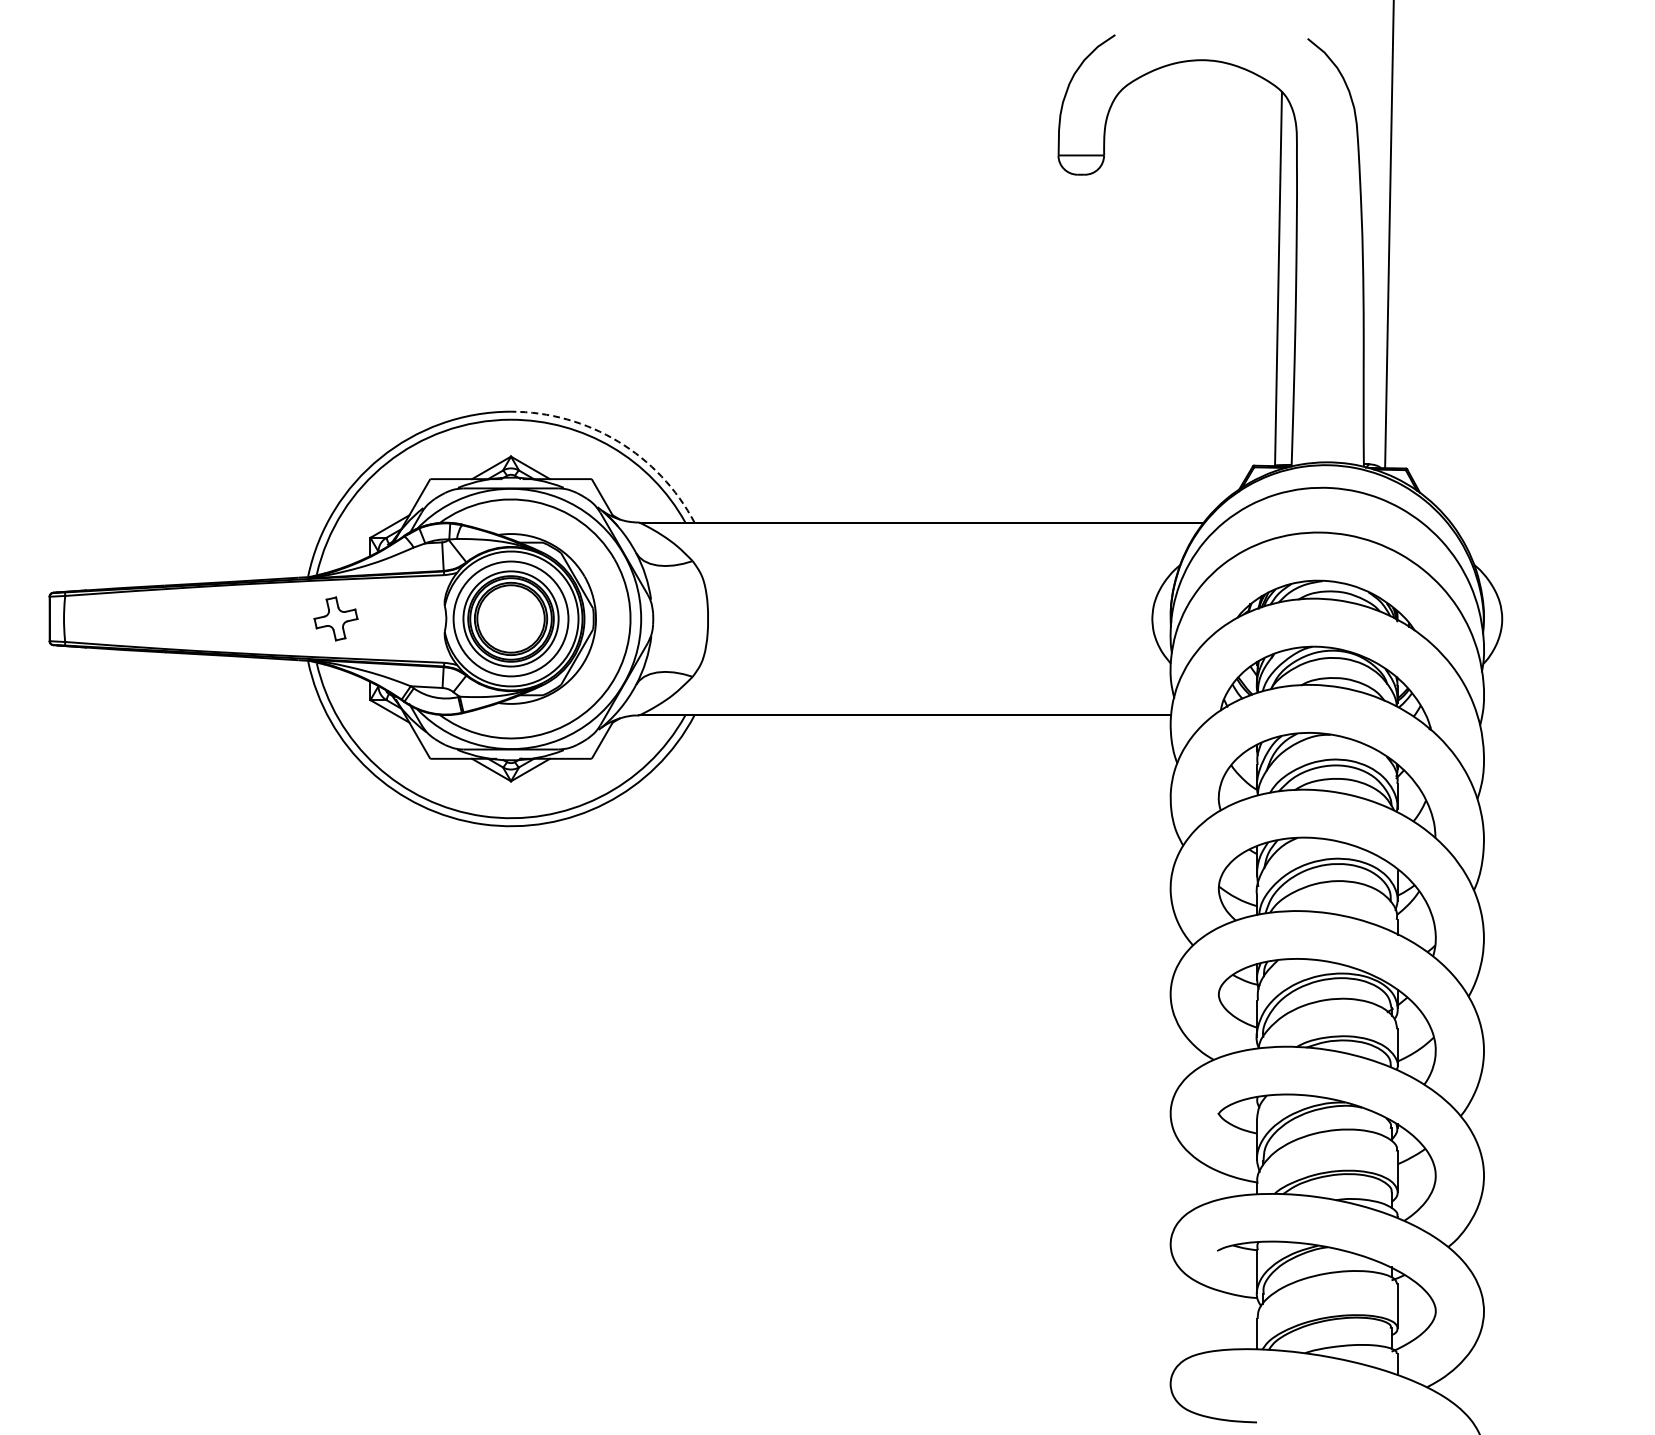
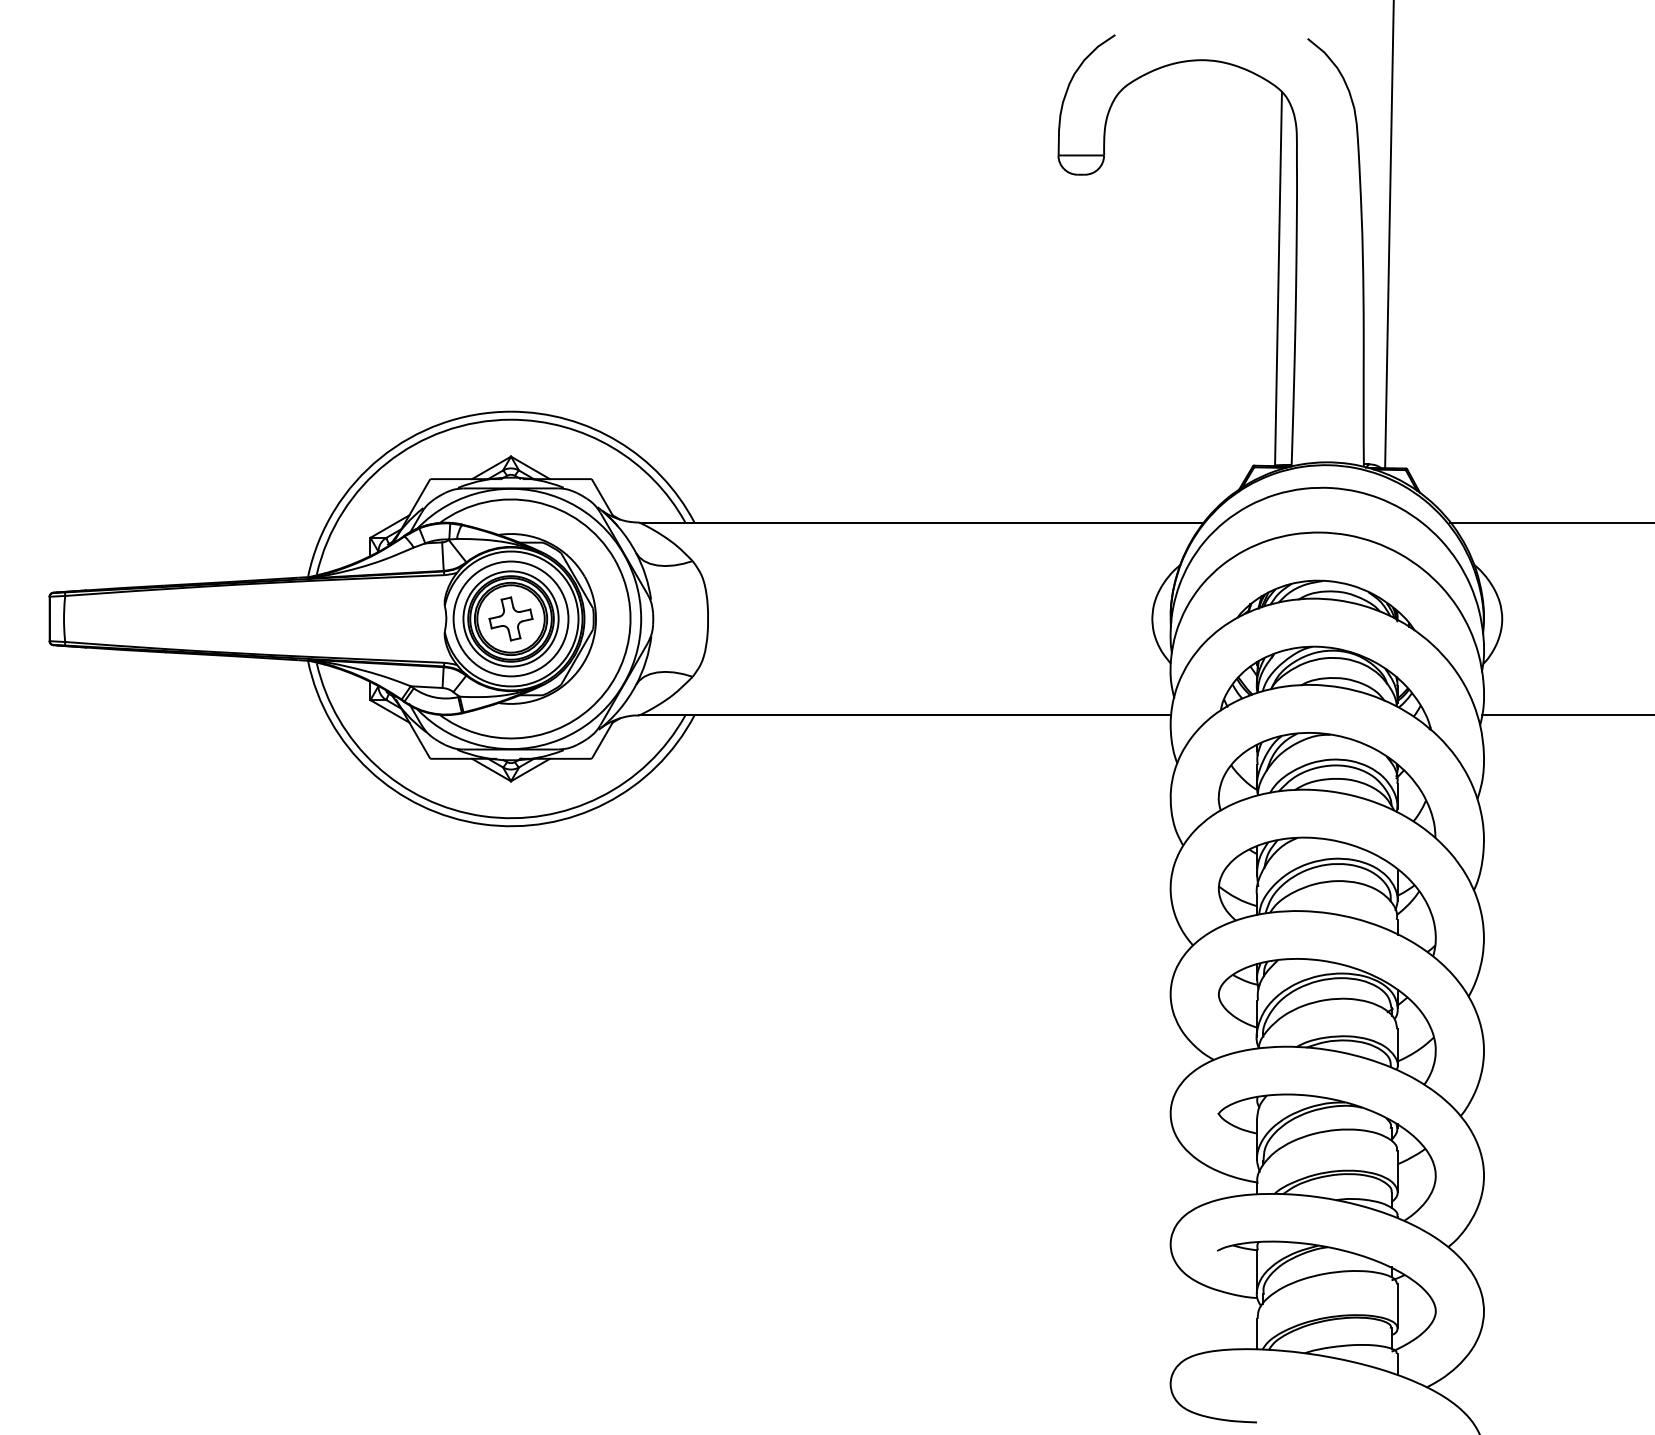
arc at (618, 441): dashed -> solid
line at (1550, 522): none -> present
part at (335, 618) position: (335, 618) -> (510, 618)
line at (1566, 715): none -> present
